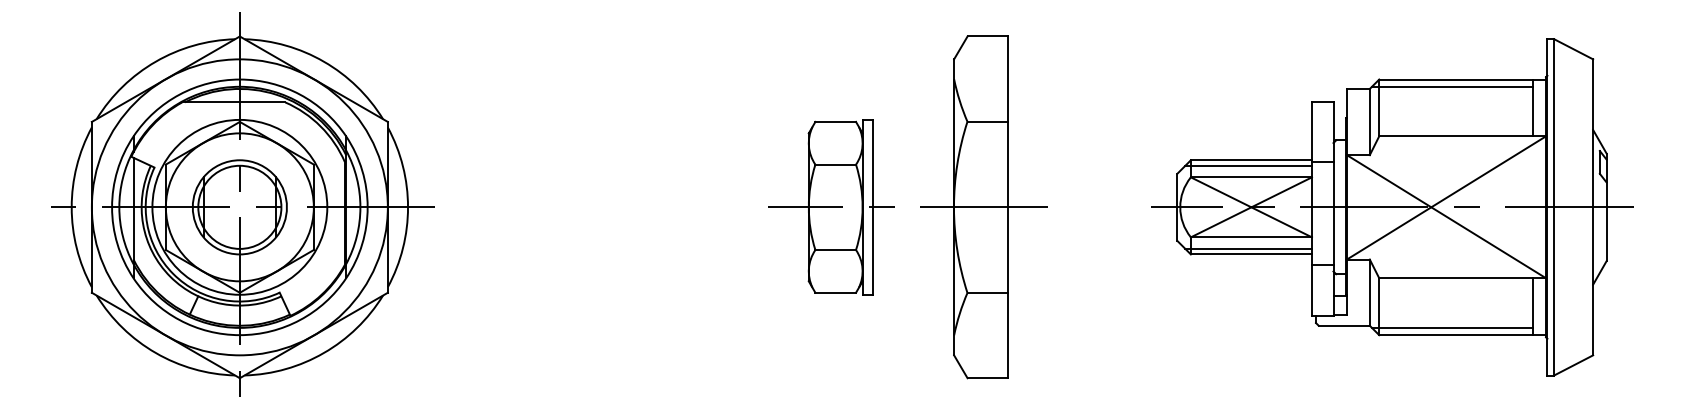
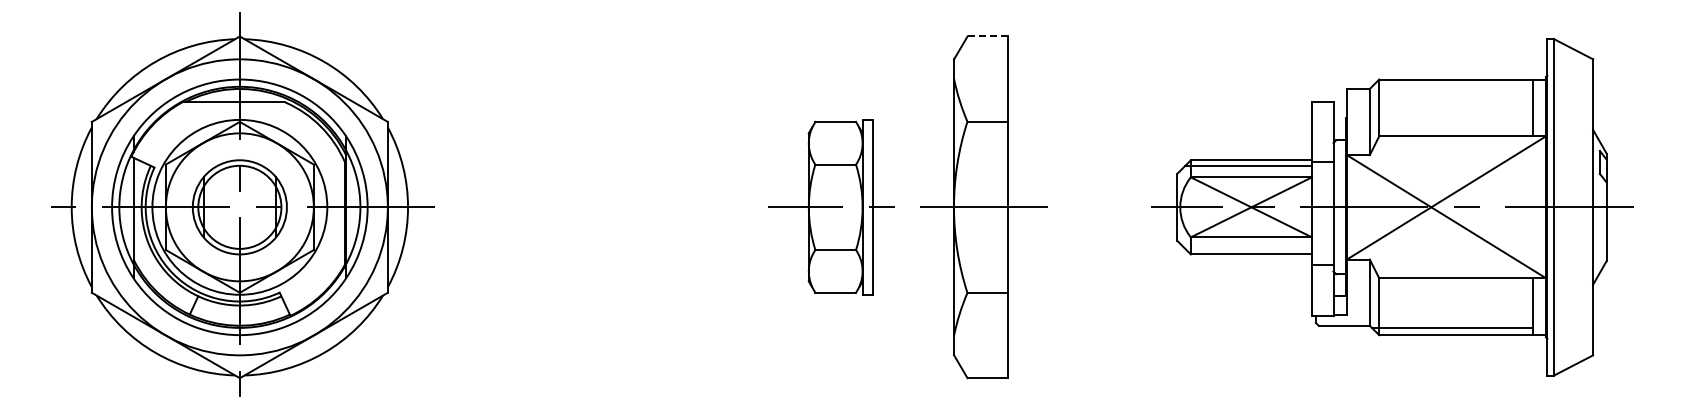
line at (988, 36): solid -> dashed
line at (1451, 86): present -> none
line at (1248, 248): present -> none
